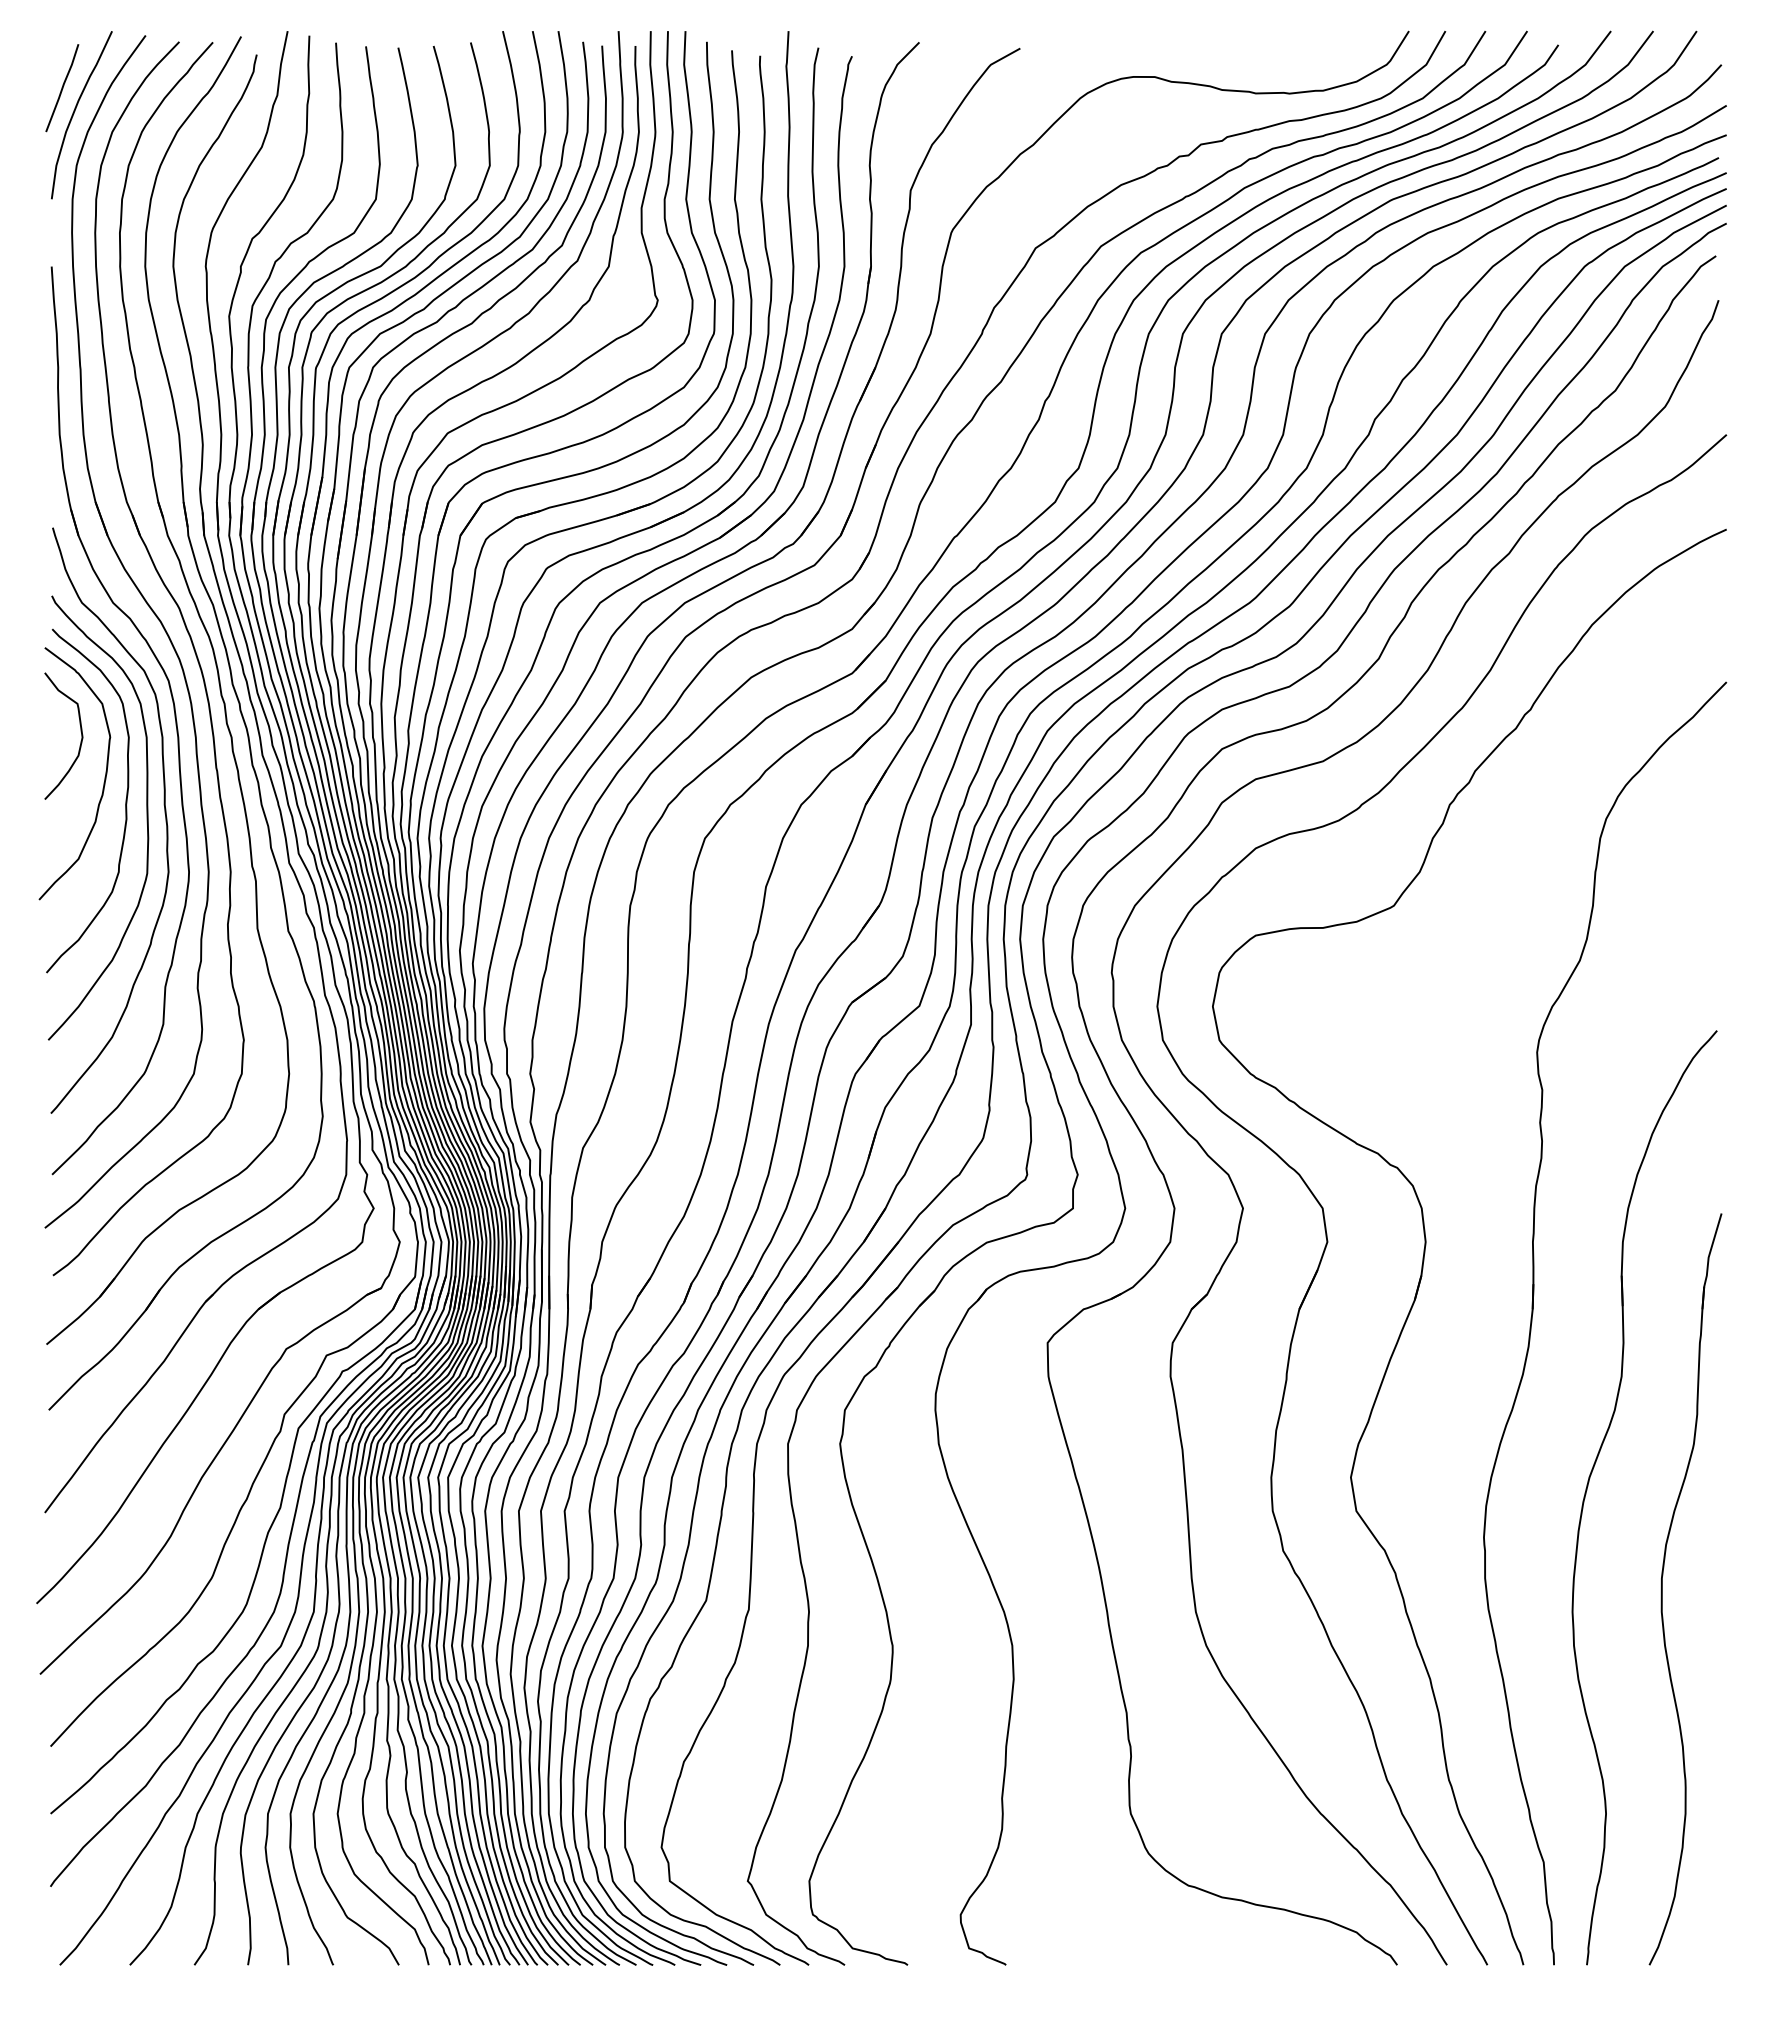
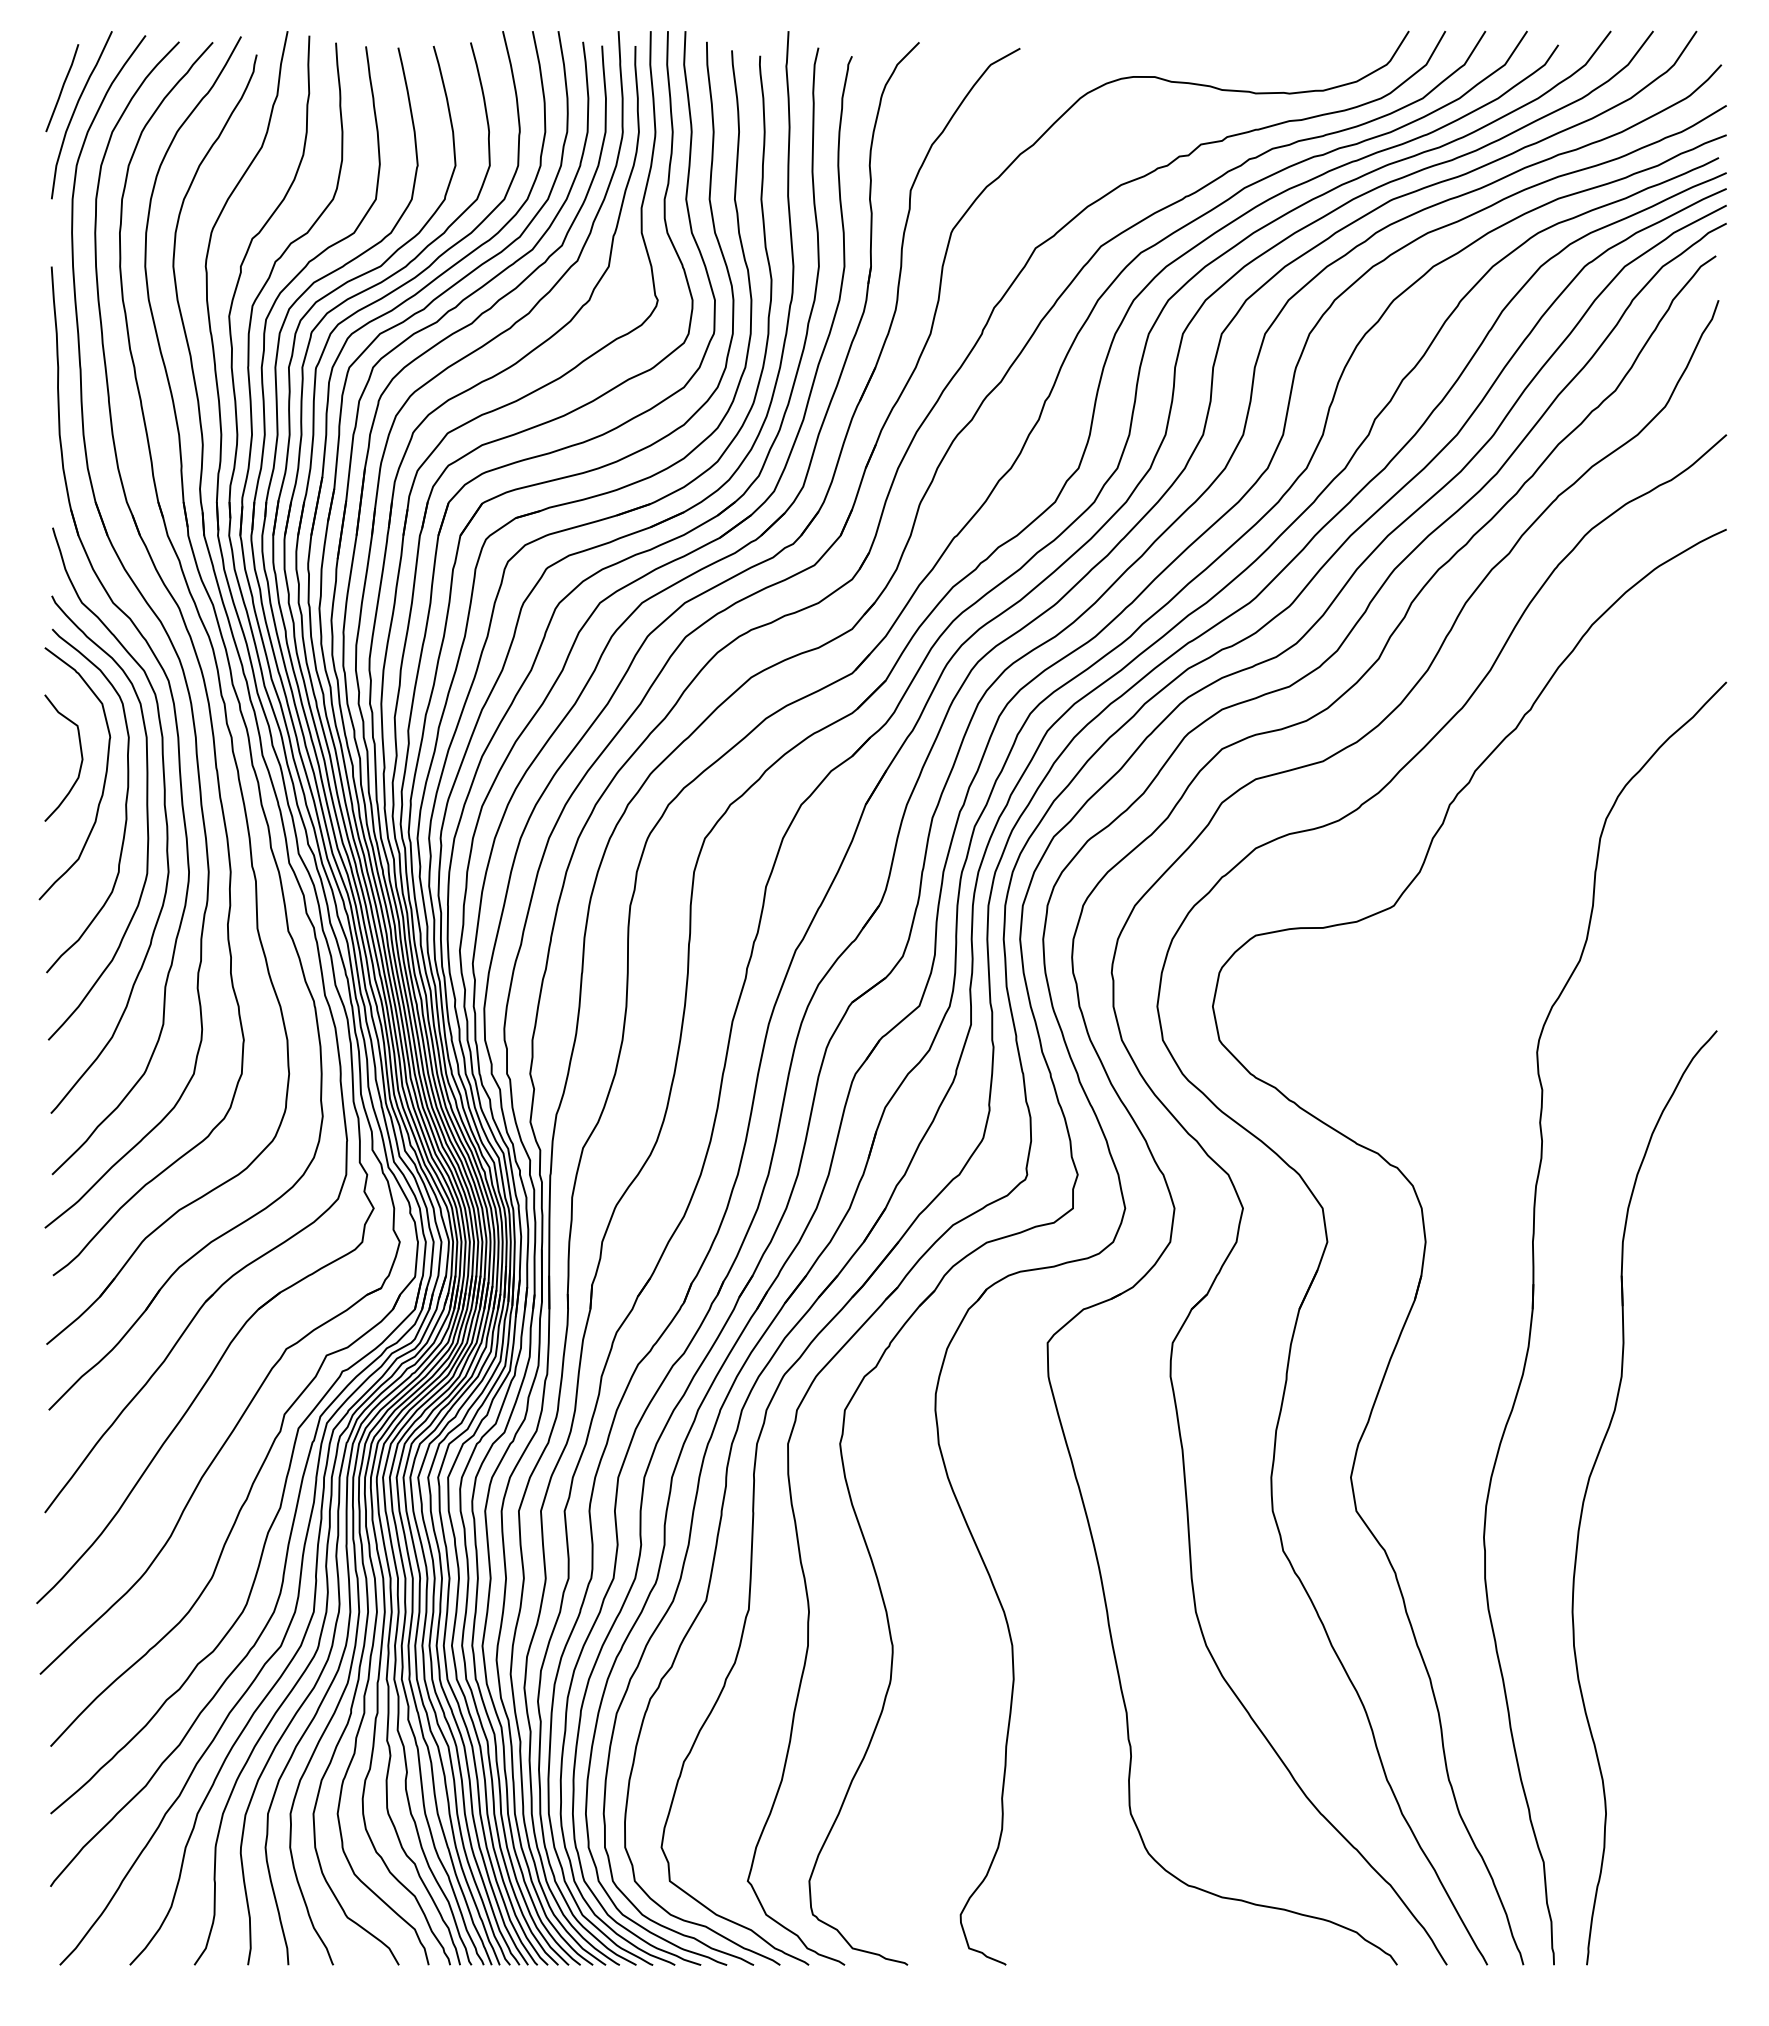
curve at (80, 731) position: (80, 731) -> (80, 753)
part at (1662, 1589): present -> none
